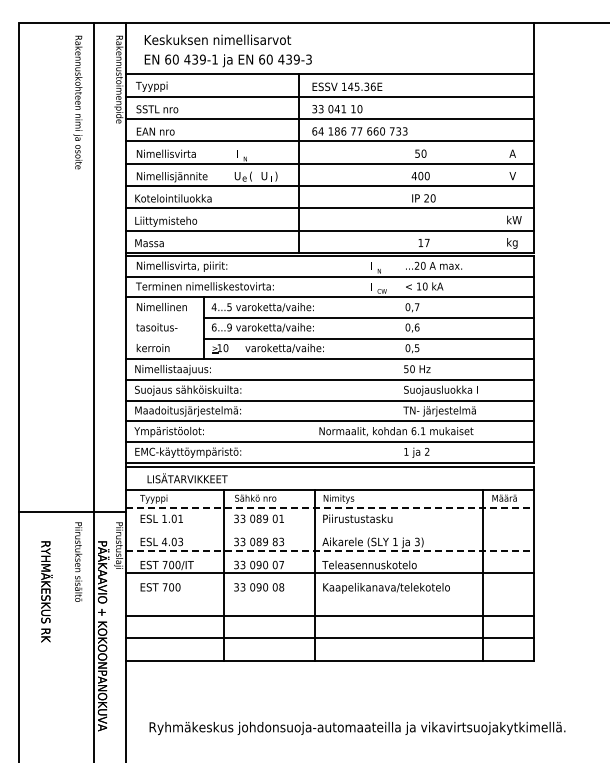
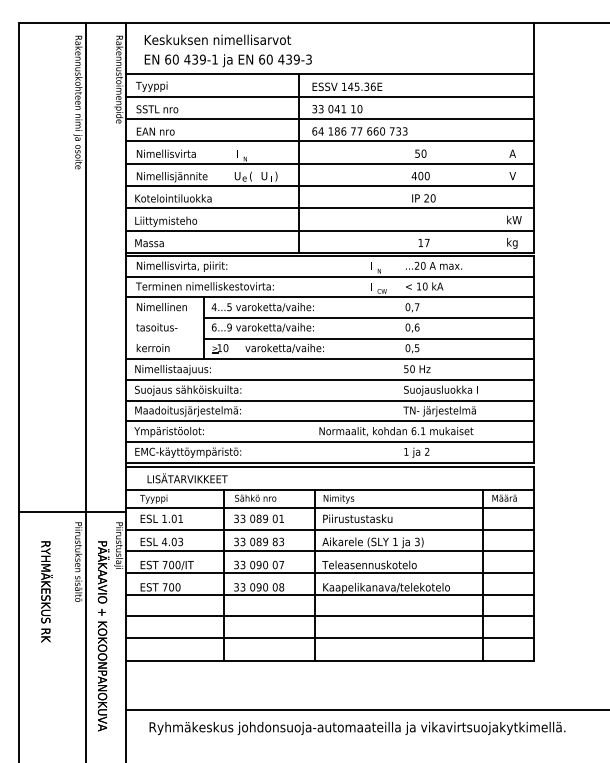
line at (93, 390) position: (93, 390) -> (85, 390)
line at (330, 507): dashed -> solid
line at (329, 530): none -> present
line at (330, 550): dashed -> solid
line at (329, 595): none -> present
line at (366, 709): none -> present
